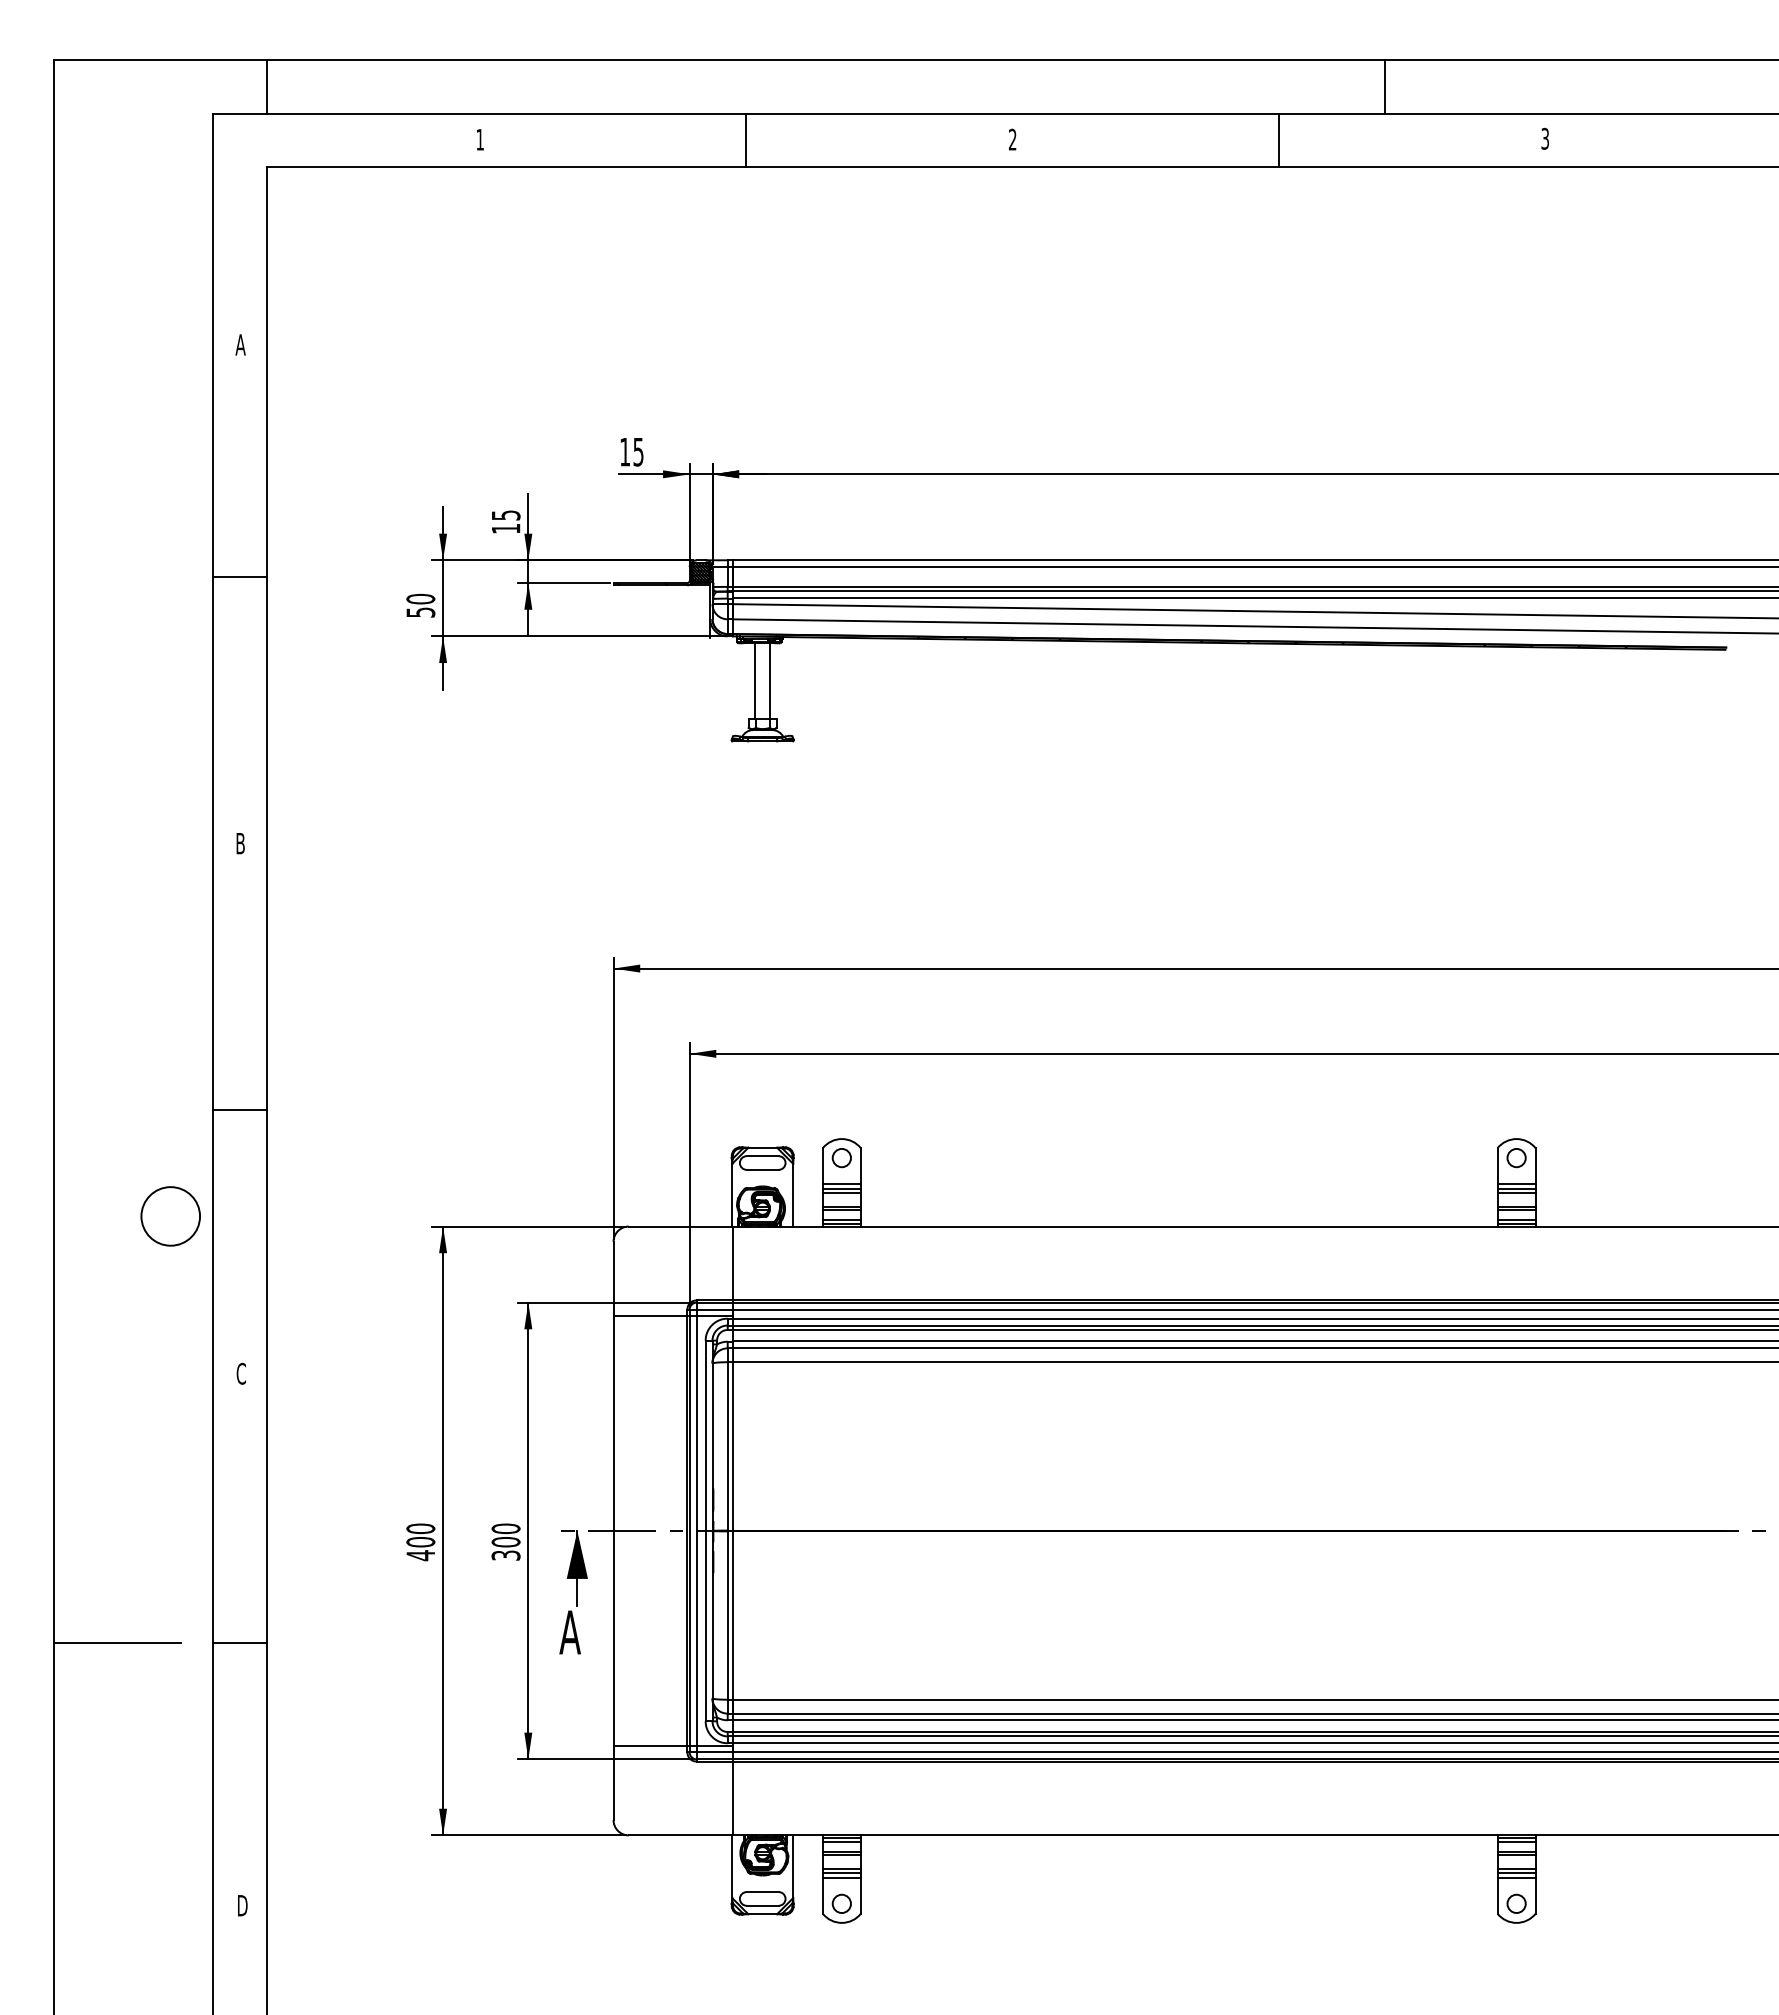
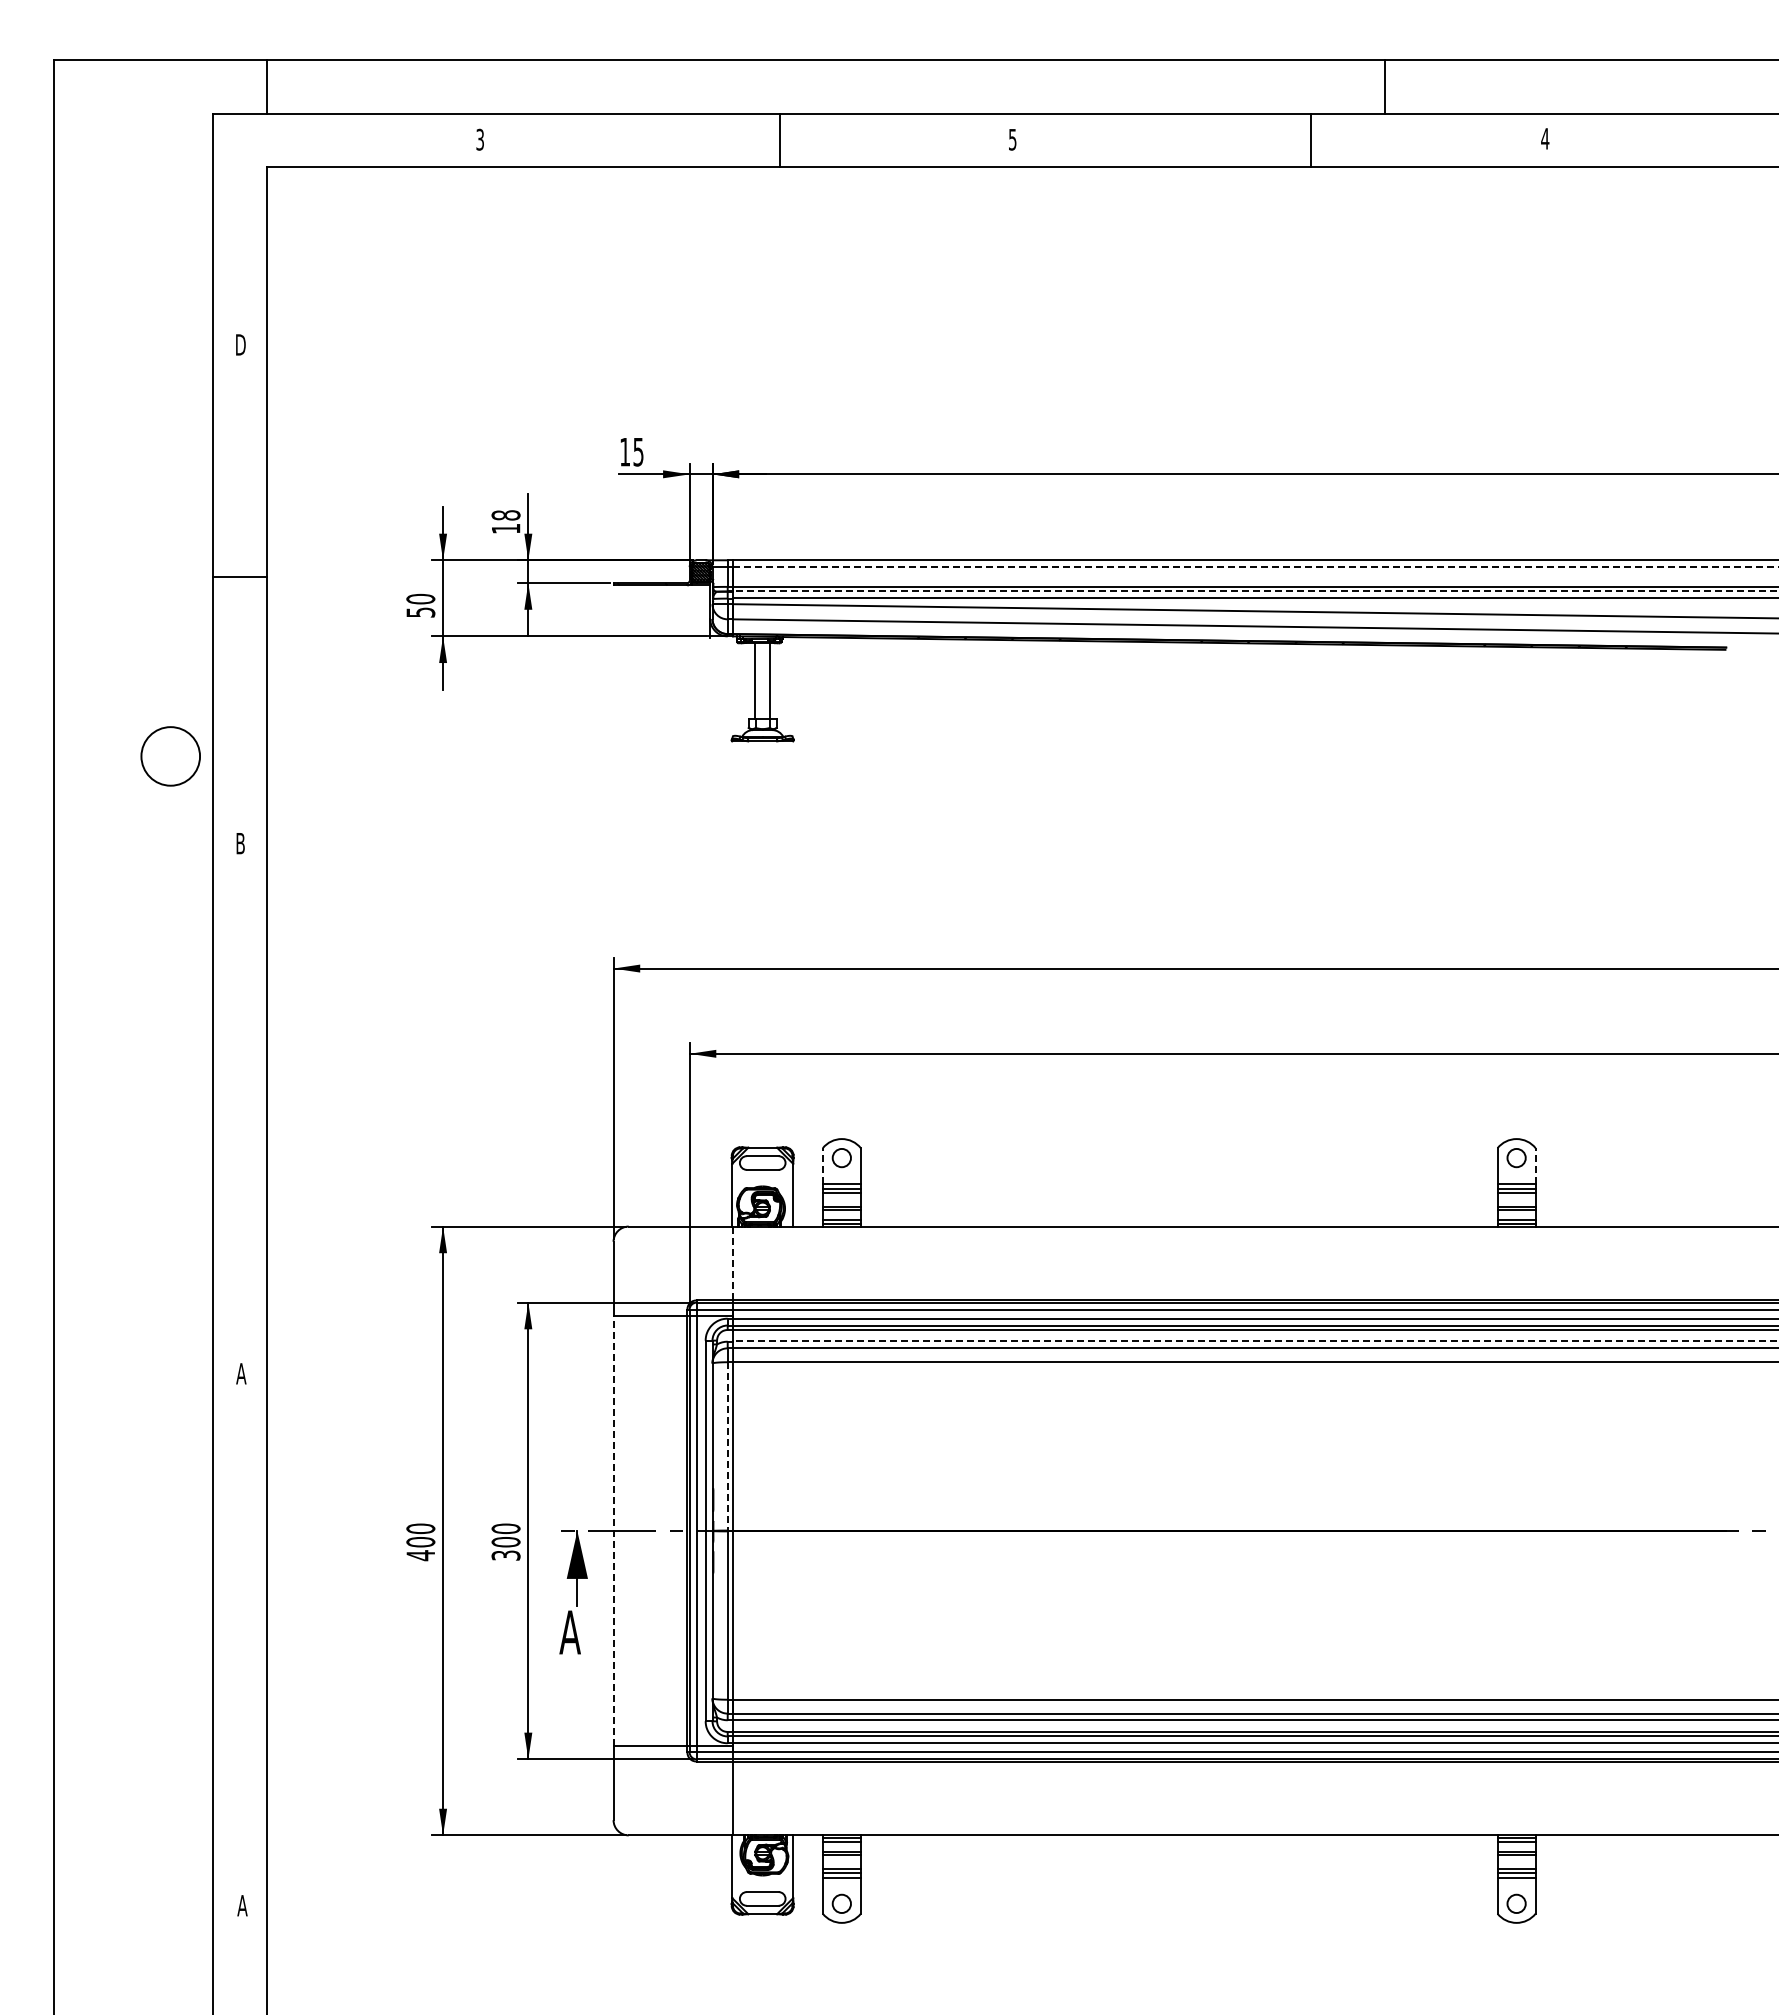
text at (1545, 138): 3 -> 4
text at (479, 139): 1 -> 3
line at (746, 139) position: (746, 139) -> (780, 139)
text at (1012, 139): 2 -> 5
line at (1278, 139) position: (1278, 139) -> (1310, 139)
text at (240, 344): A -> D
text at (505, 515): 15 -> 18
line at (1256, 567): solid -> dashed
line at (1255, 591): solid -> dashed
line at (239, 1109): present -> none
line at (822, 1166): solid -> dashed
line at (1535, 1166): solid -> dashed
circle at (170, 1216) position: (170, 1216) -> (170, 756)
line at (733, 1263): solid -> dashed
line at (1255, 1341): solid -> dashed
text at (241, 1373): C -> A
line at (727, 1446): solid -> dashed
line at (613, 1530): solid -> dashed
line at (117, 1642): present -> none
line at (239, 1642): present -> none
text at (242, 1905): D -> A
